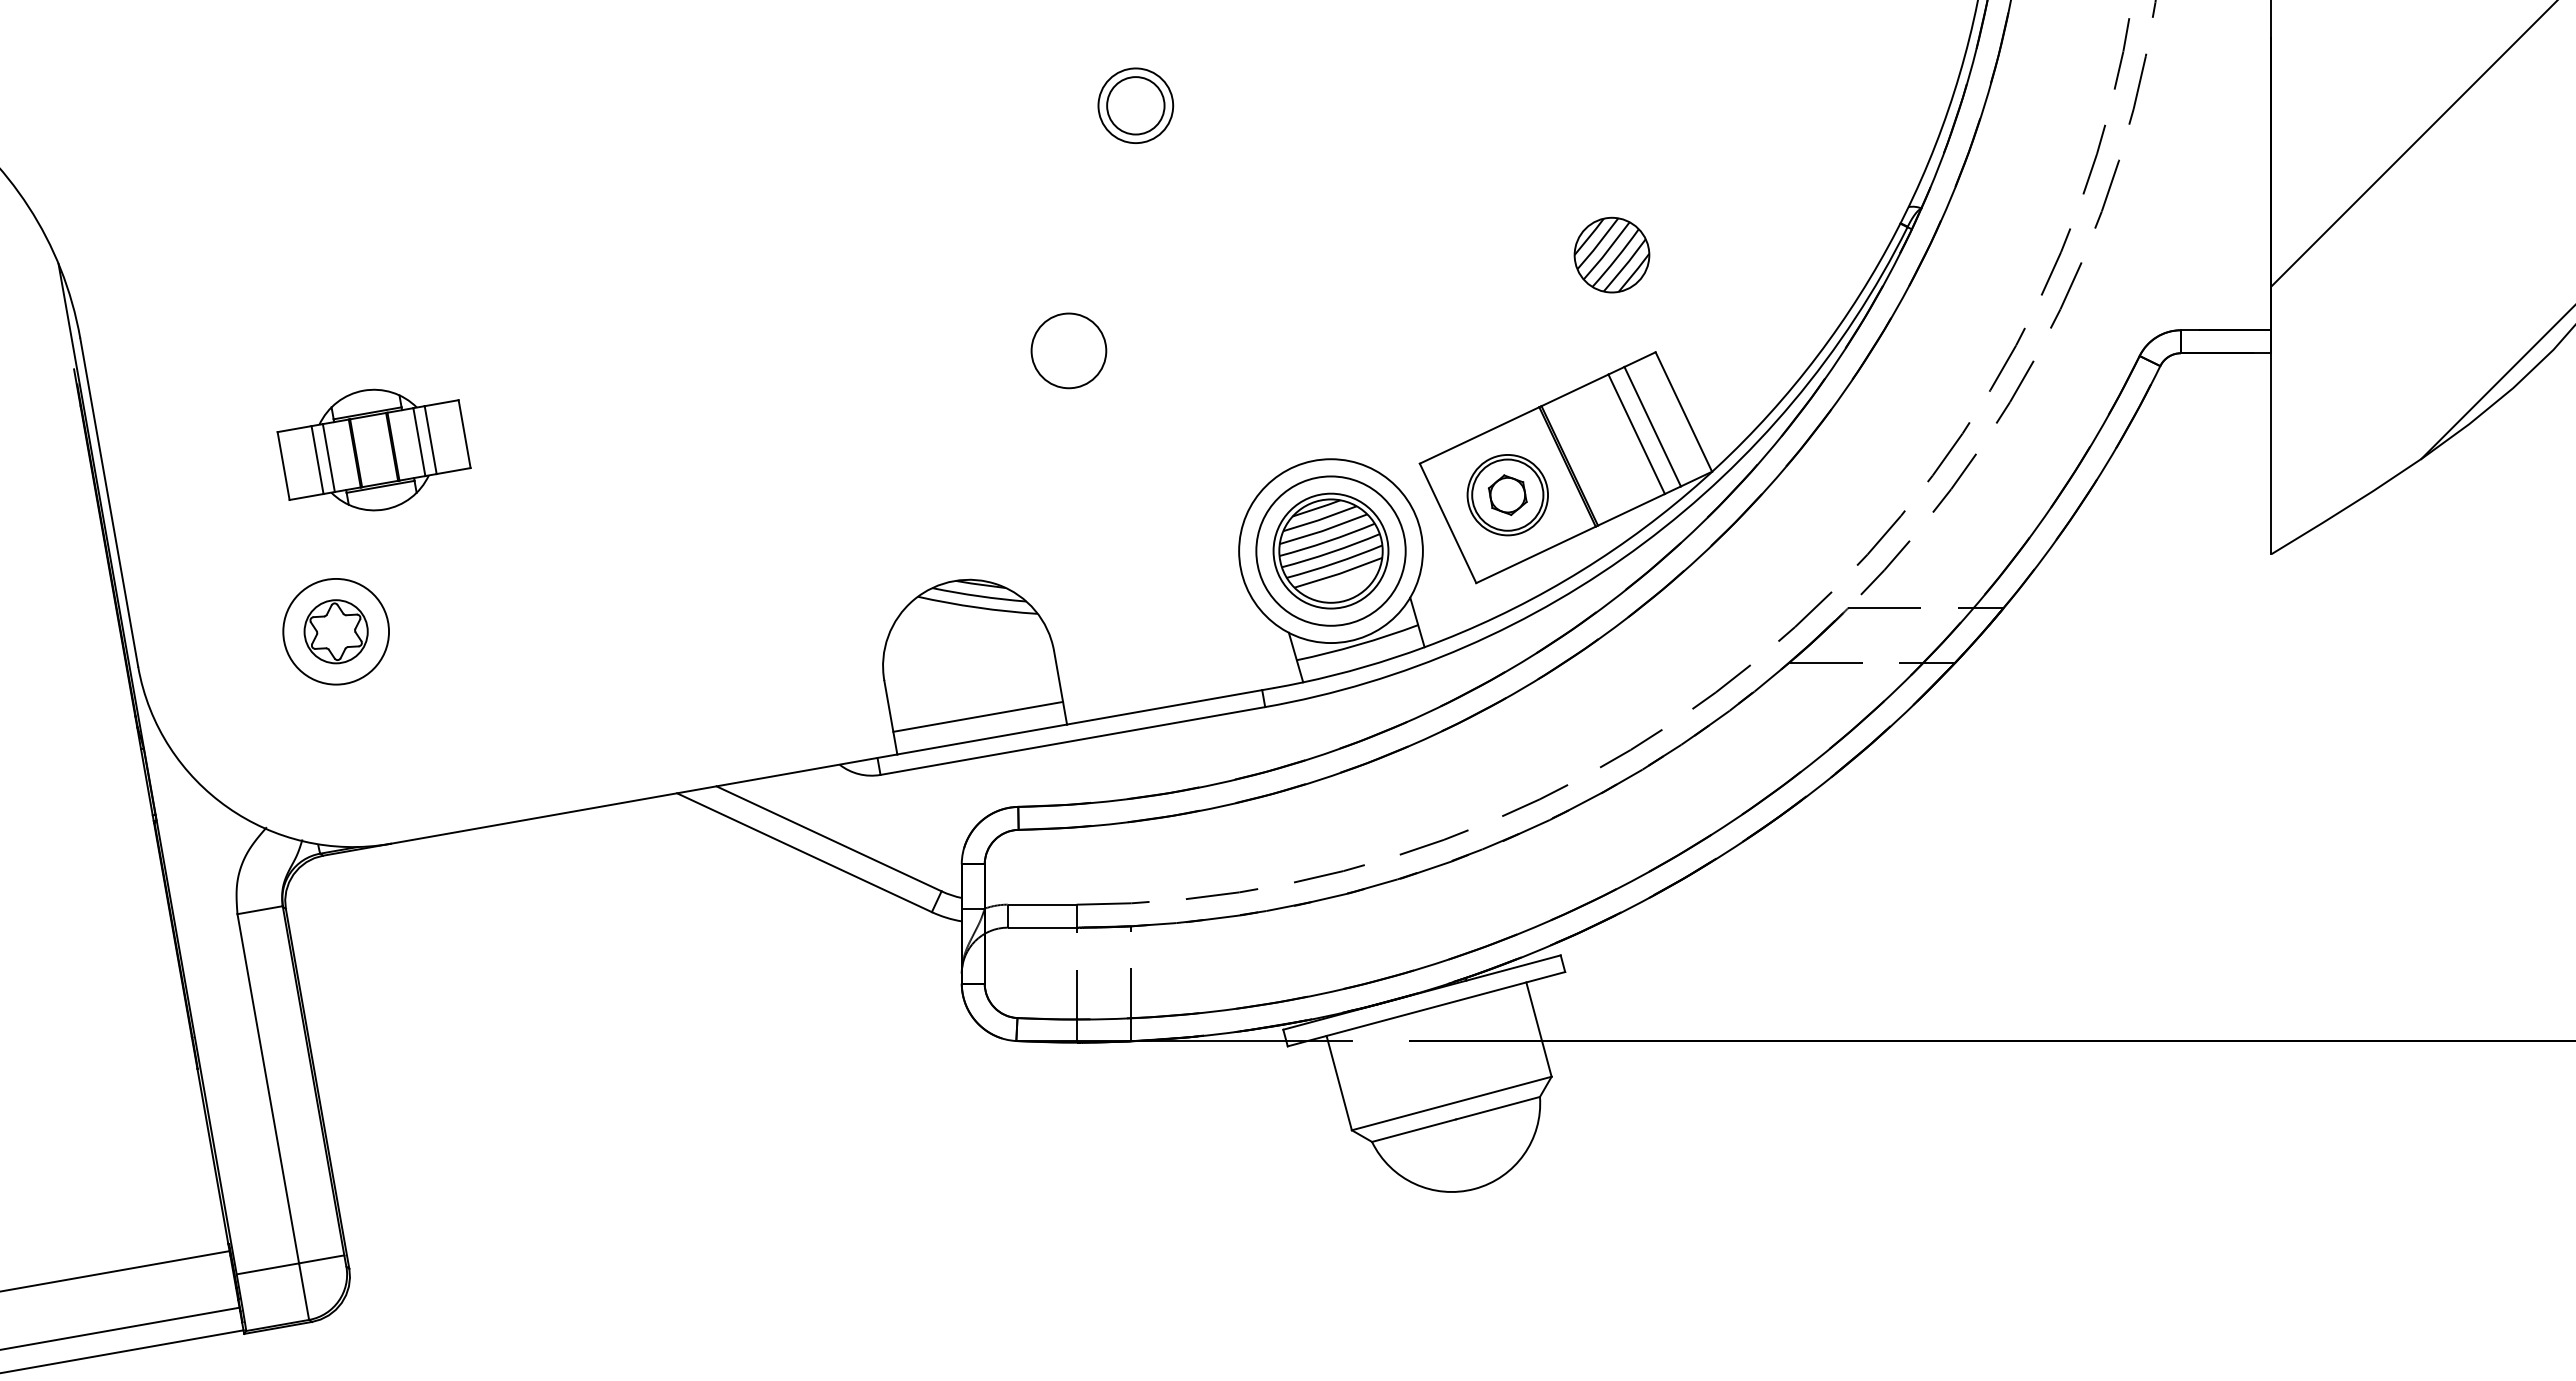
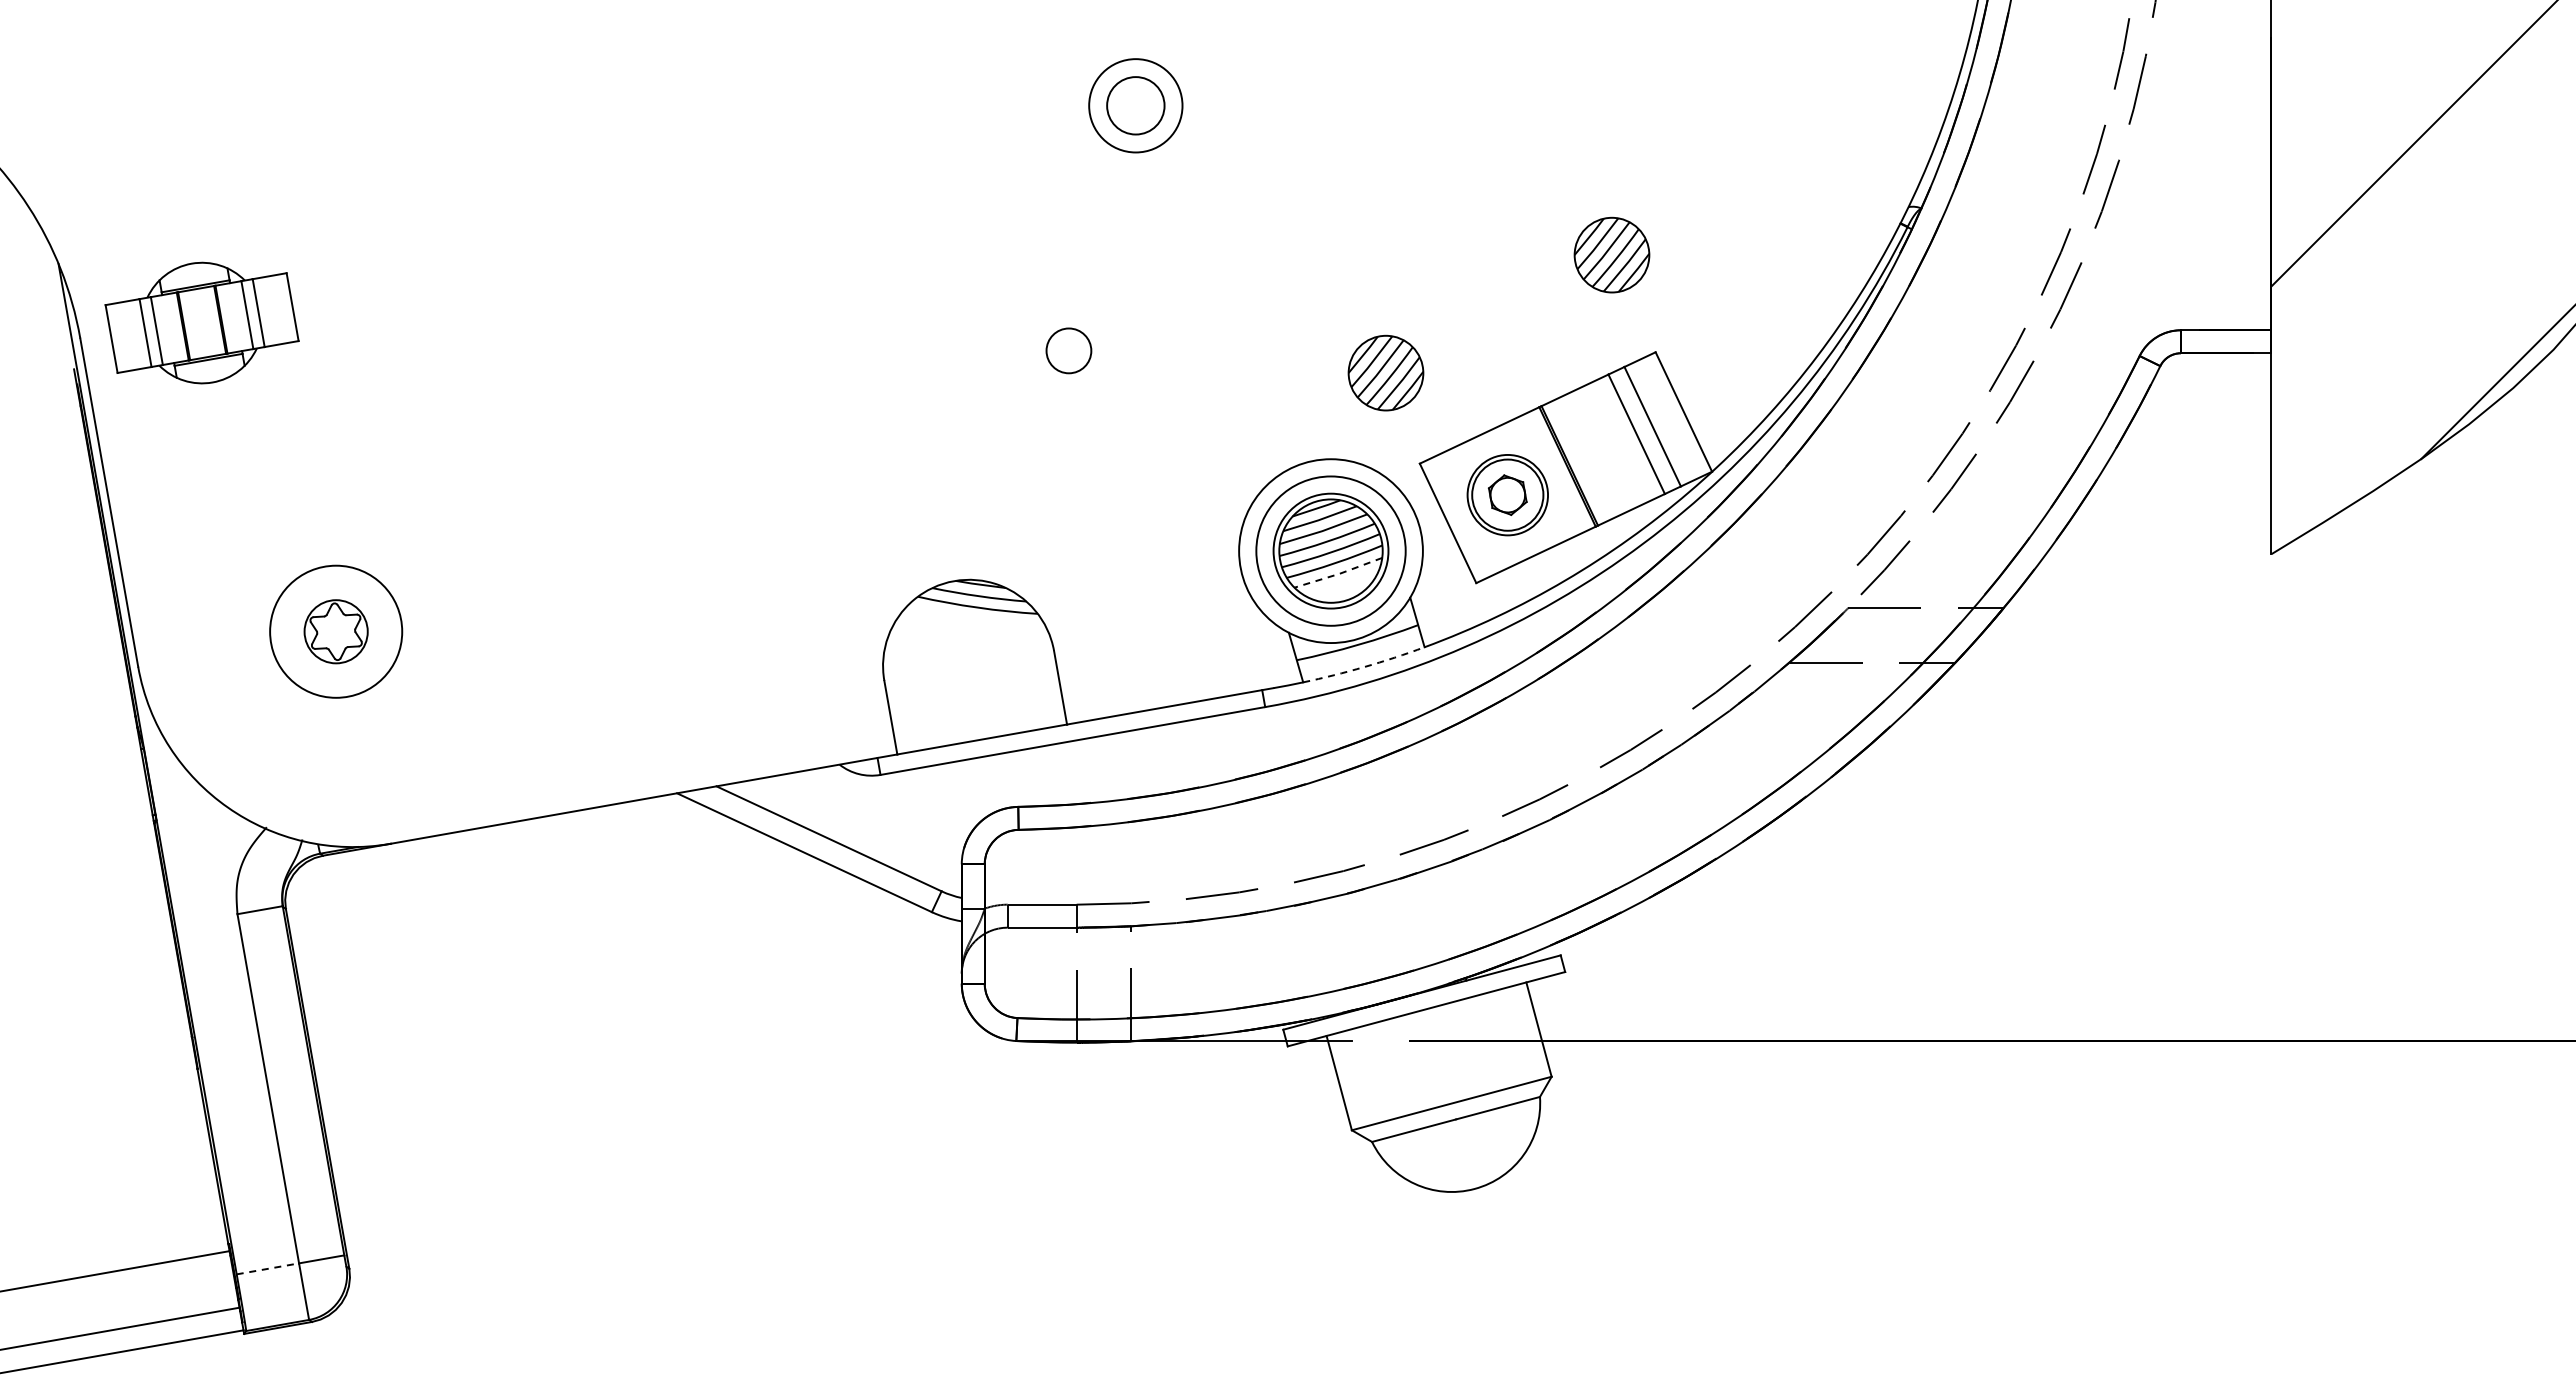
circle at (1135, 105) diameter: 75 px -> 93 px
circle at (1068, 350) diameter: 75 px -> 45 px
part at (1385, 372): none -> present
part at (373, 449) position: (373, 449) -> (201, 322)
line at (1338, 574): solid -> dashed
circle at (336, 631) diameter: 106 px -> 132 px
arc at (1364, 667): solid -> dashed
line at (978, 716): present -> none
line at (267, 1268): solid -> dashed
